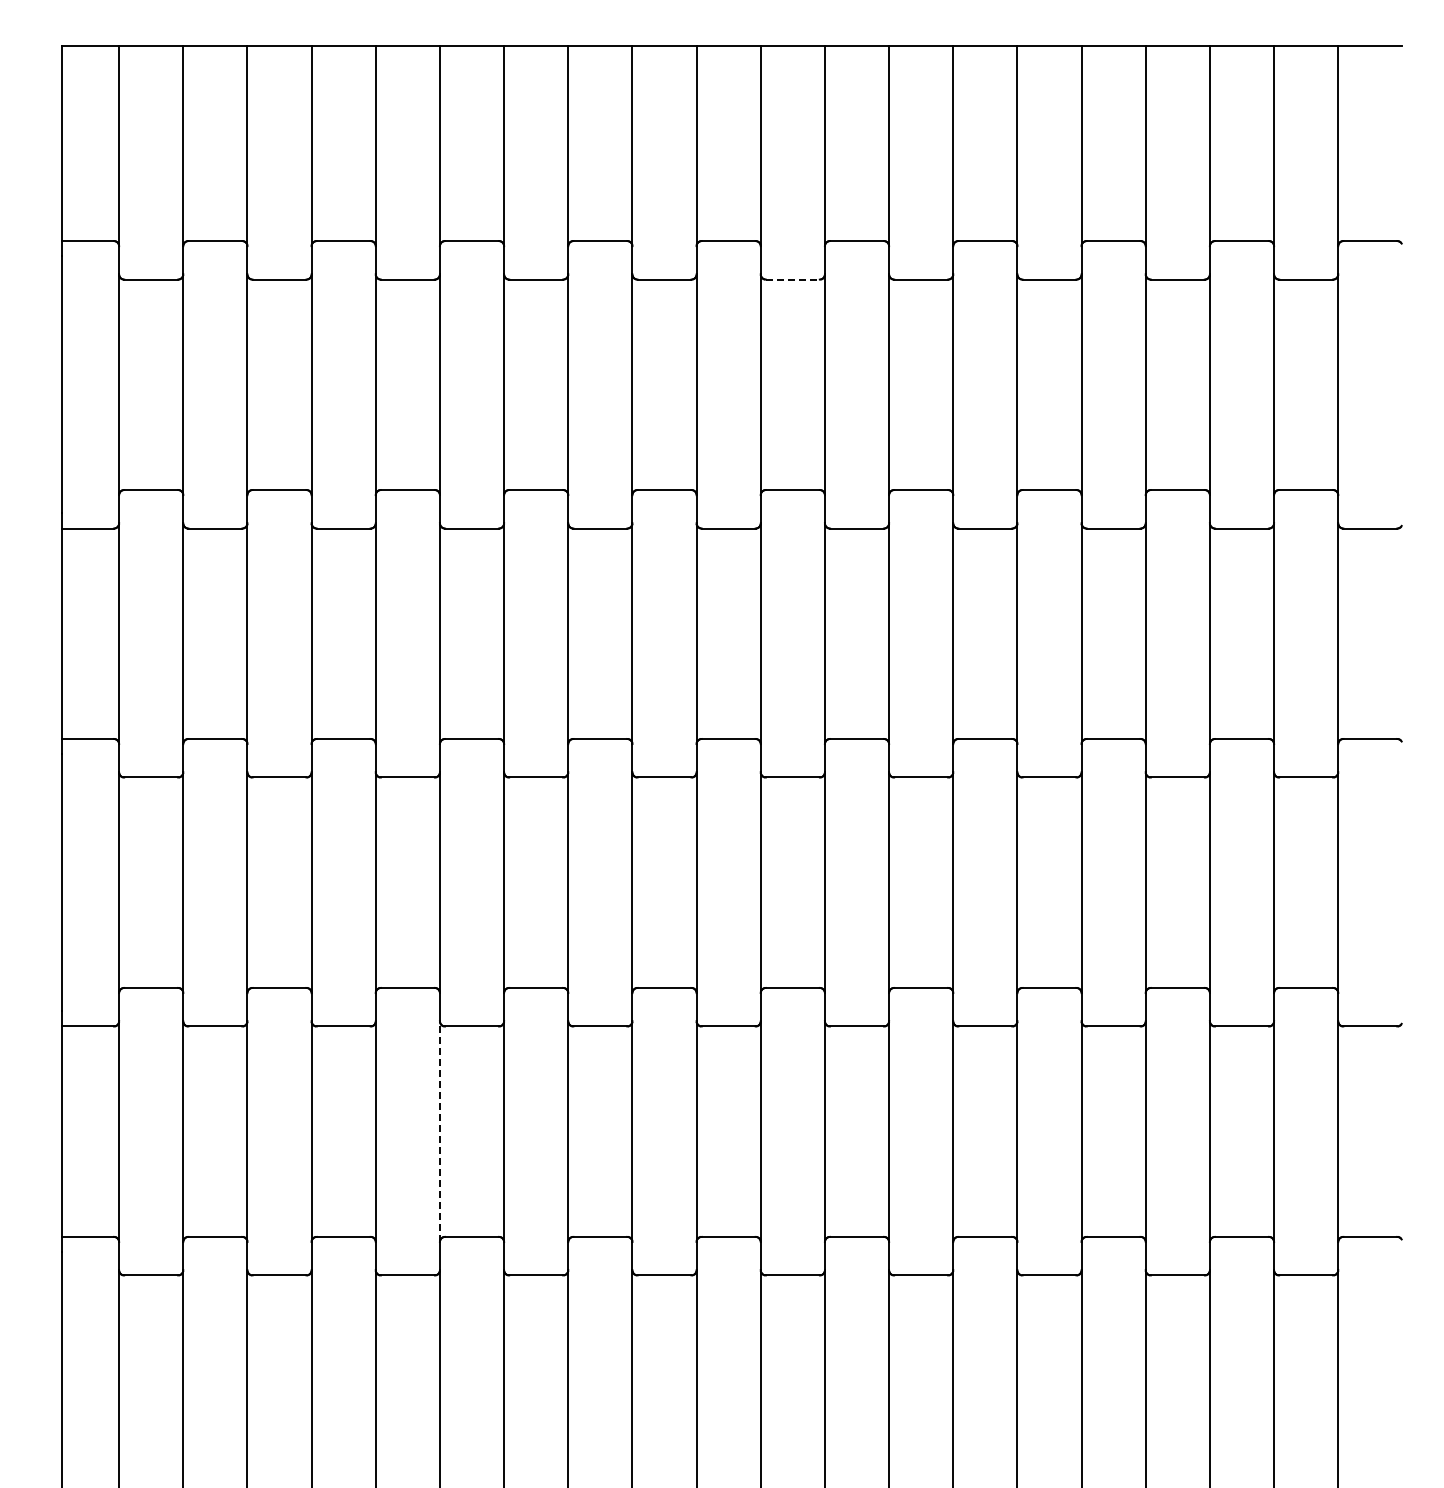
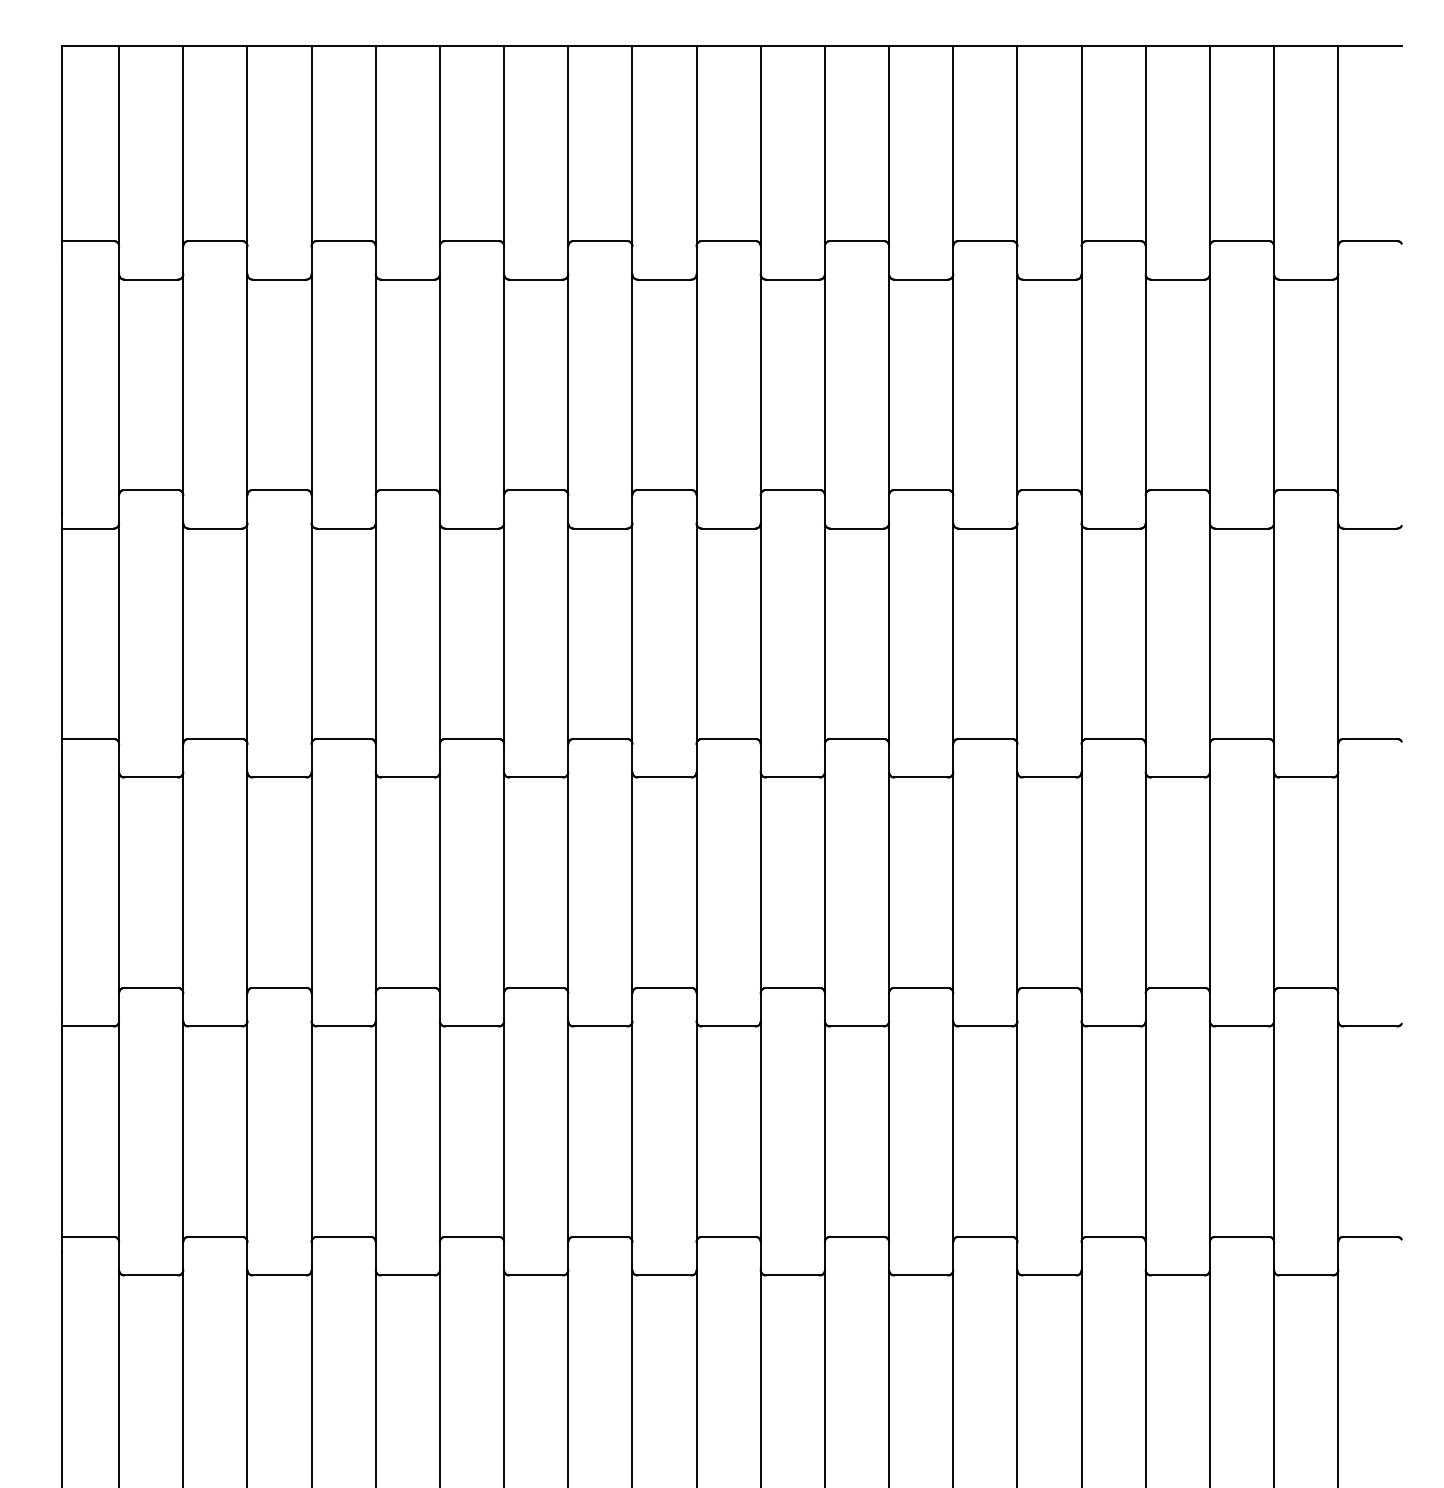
line at (792, 279): dashed -> solid
line at (439, 1131): dashed -> solid
